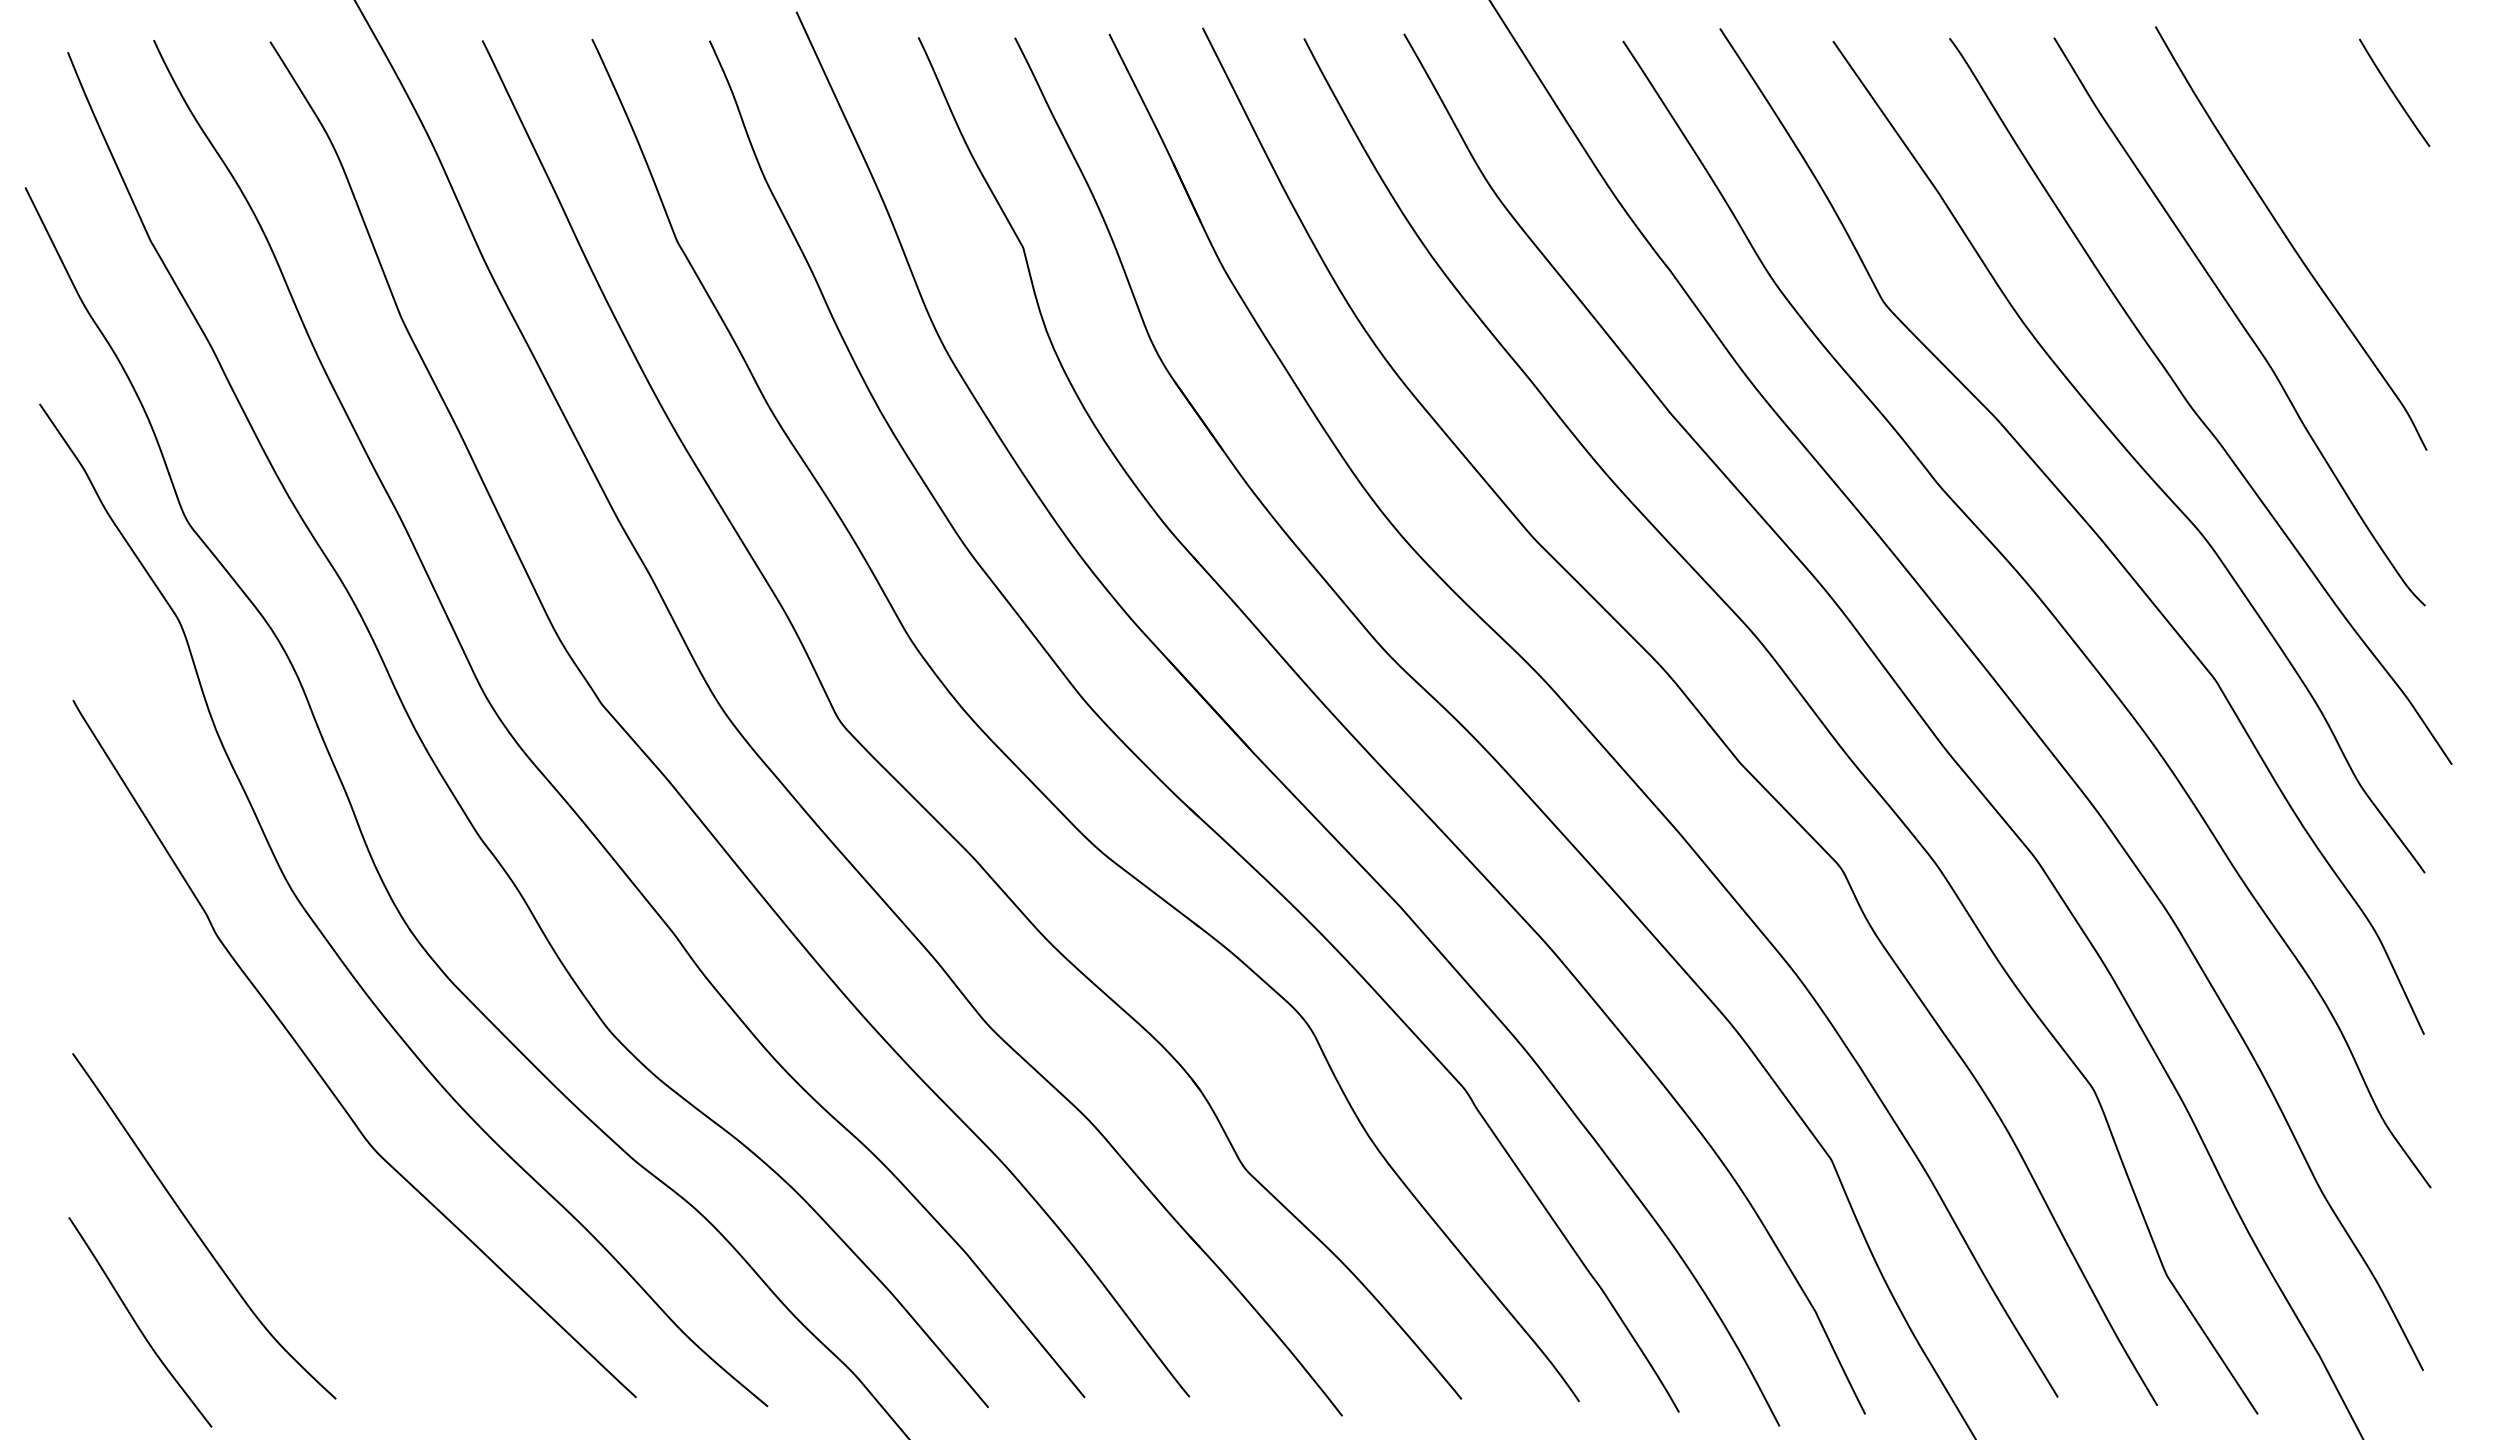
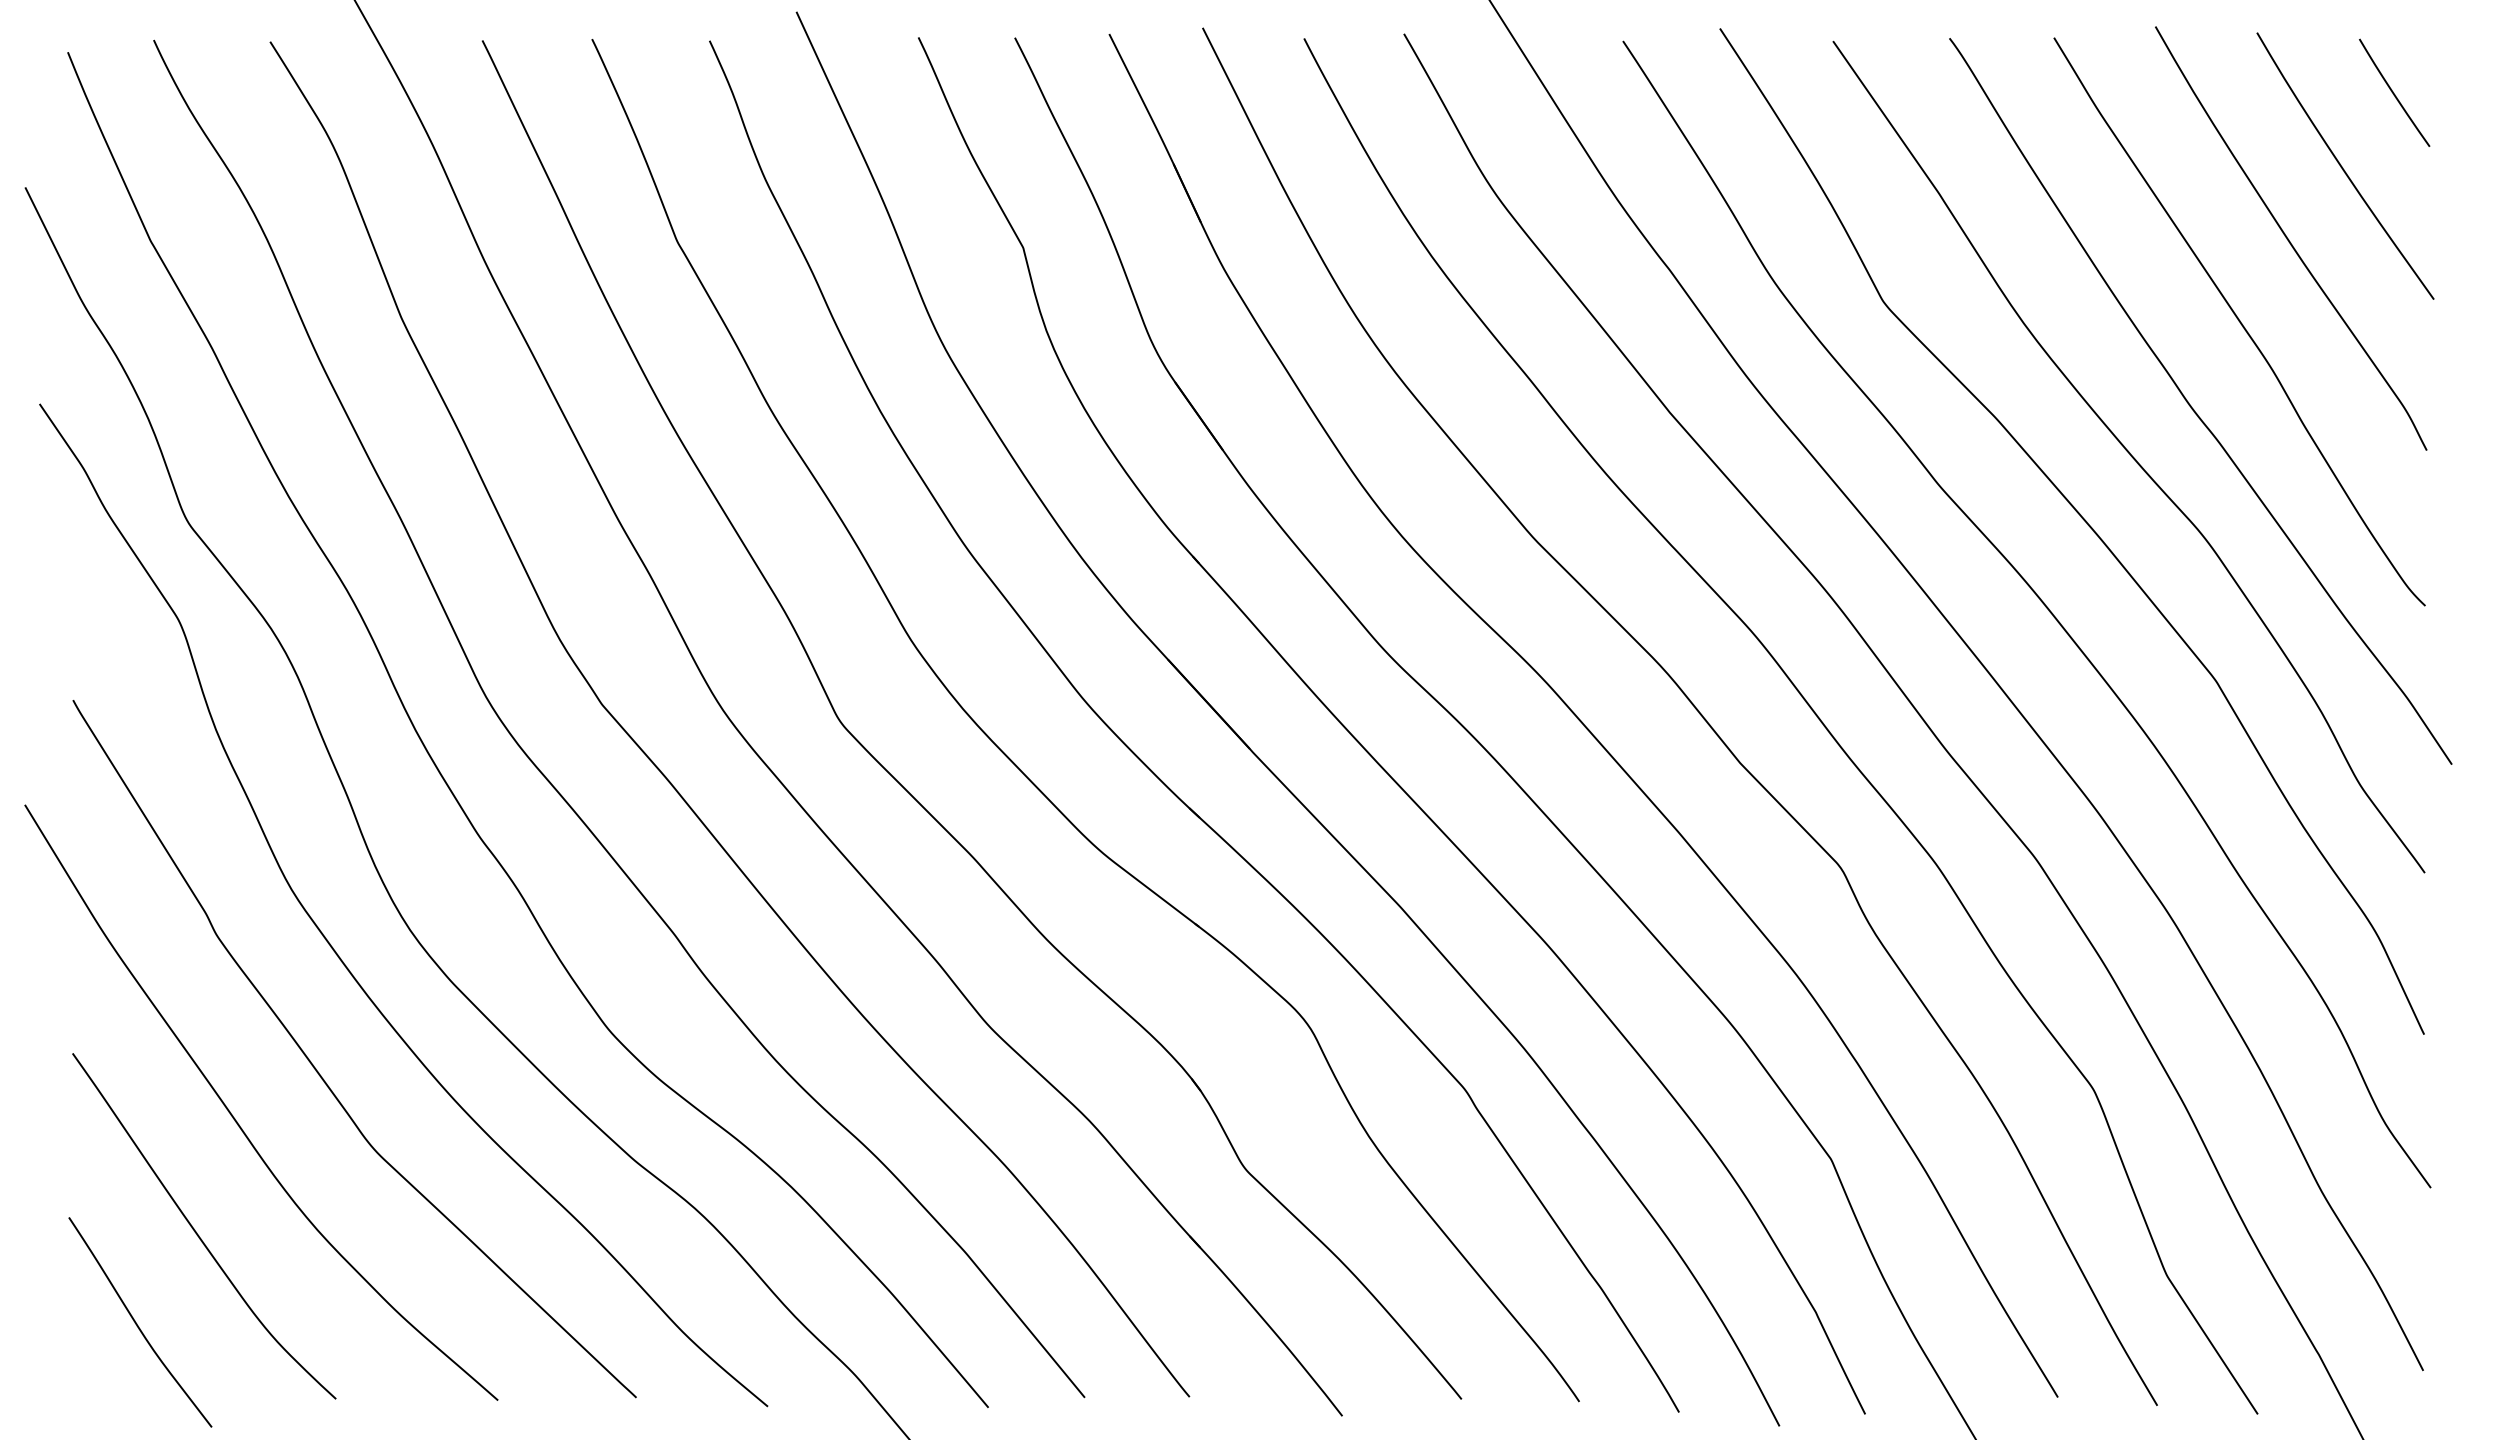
curve at (2342, 166): none -> present
curve at (235, 1118): none -> present
